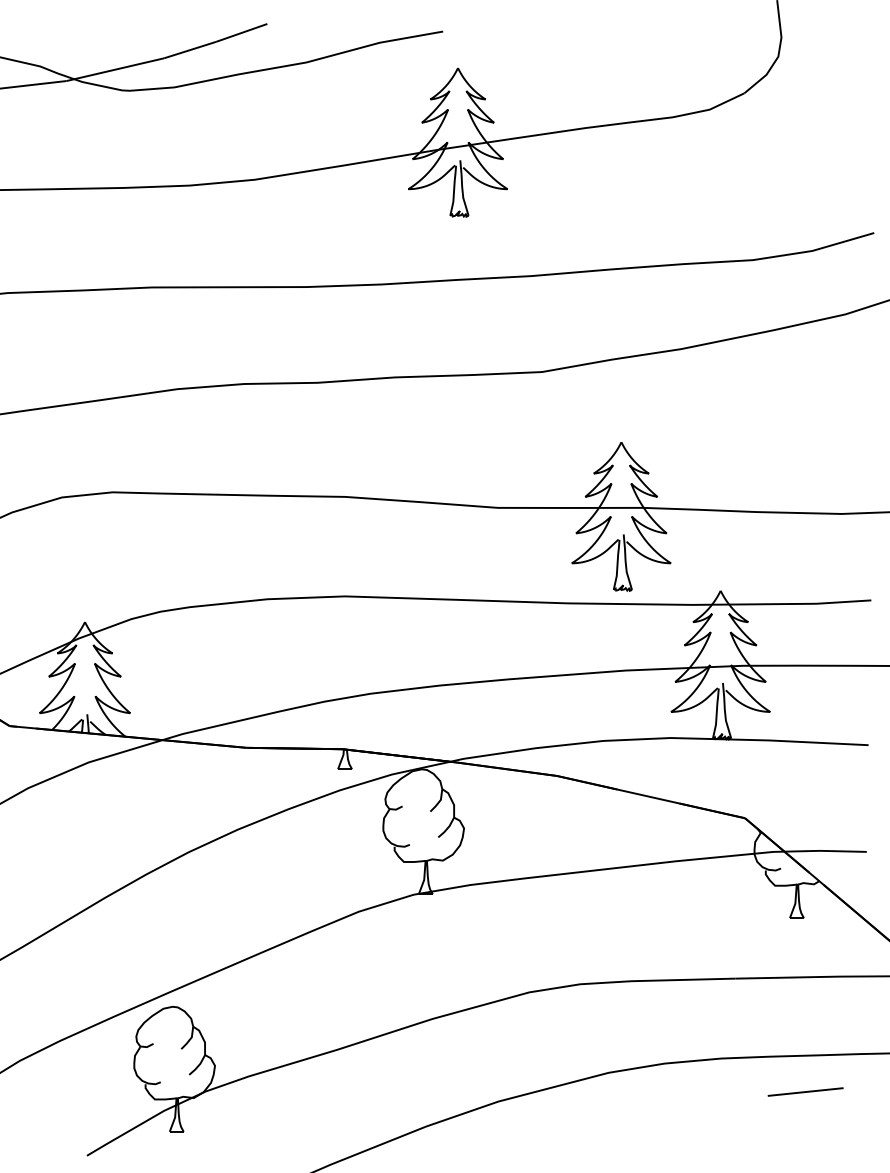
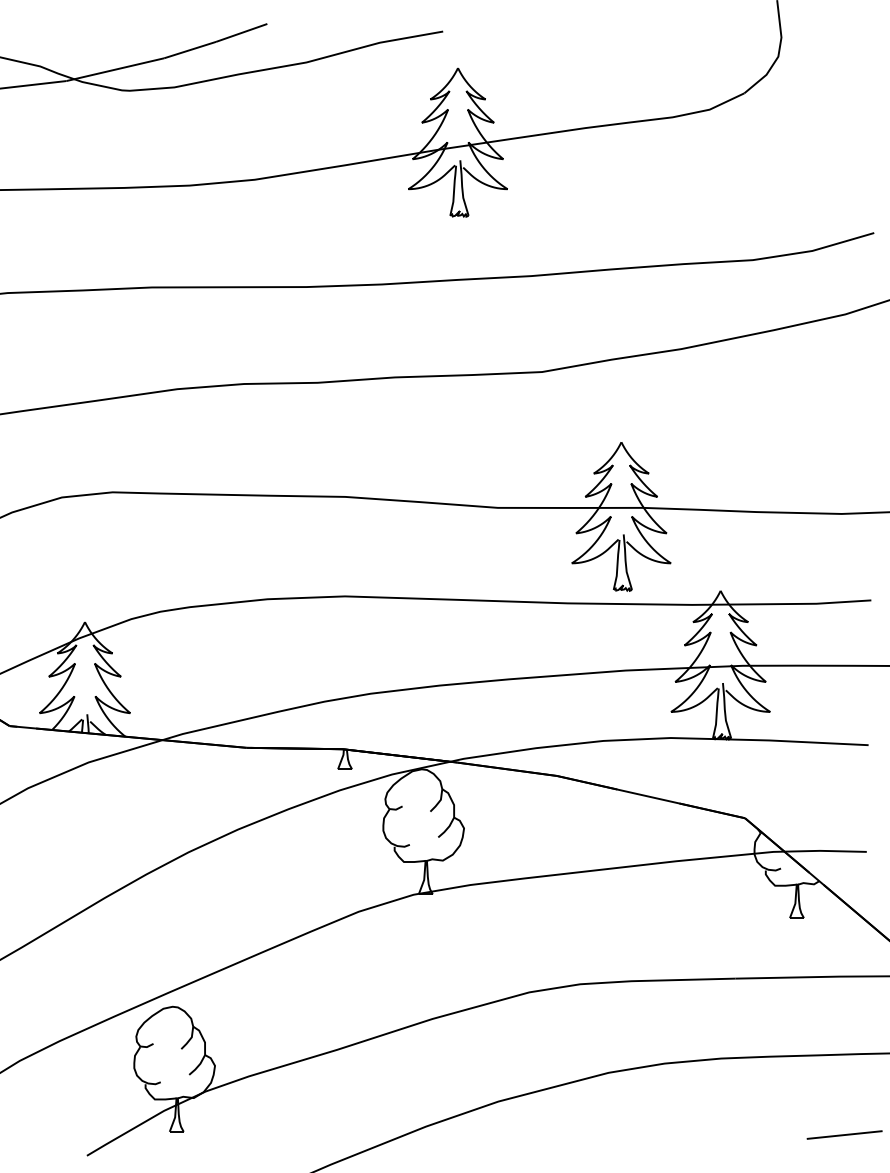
line at (805, 1091) position: (805, 1091) -> (844, 1134)
